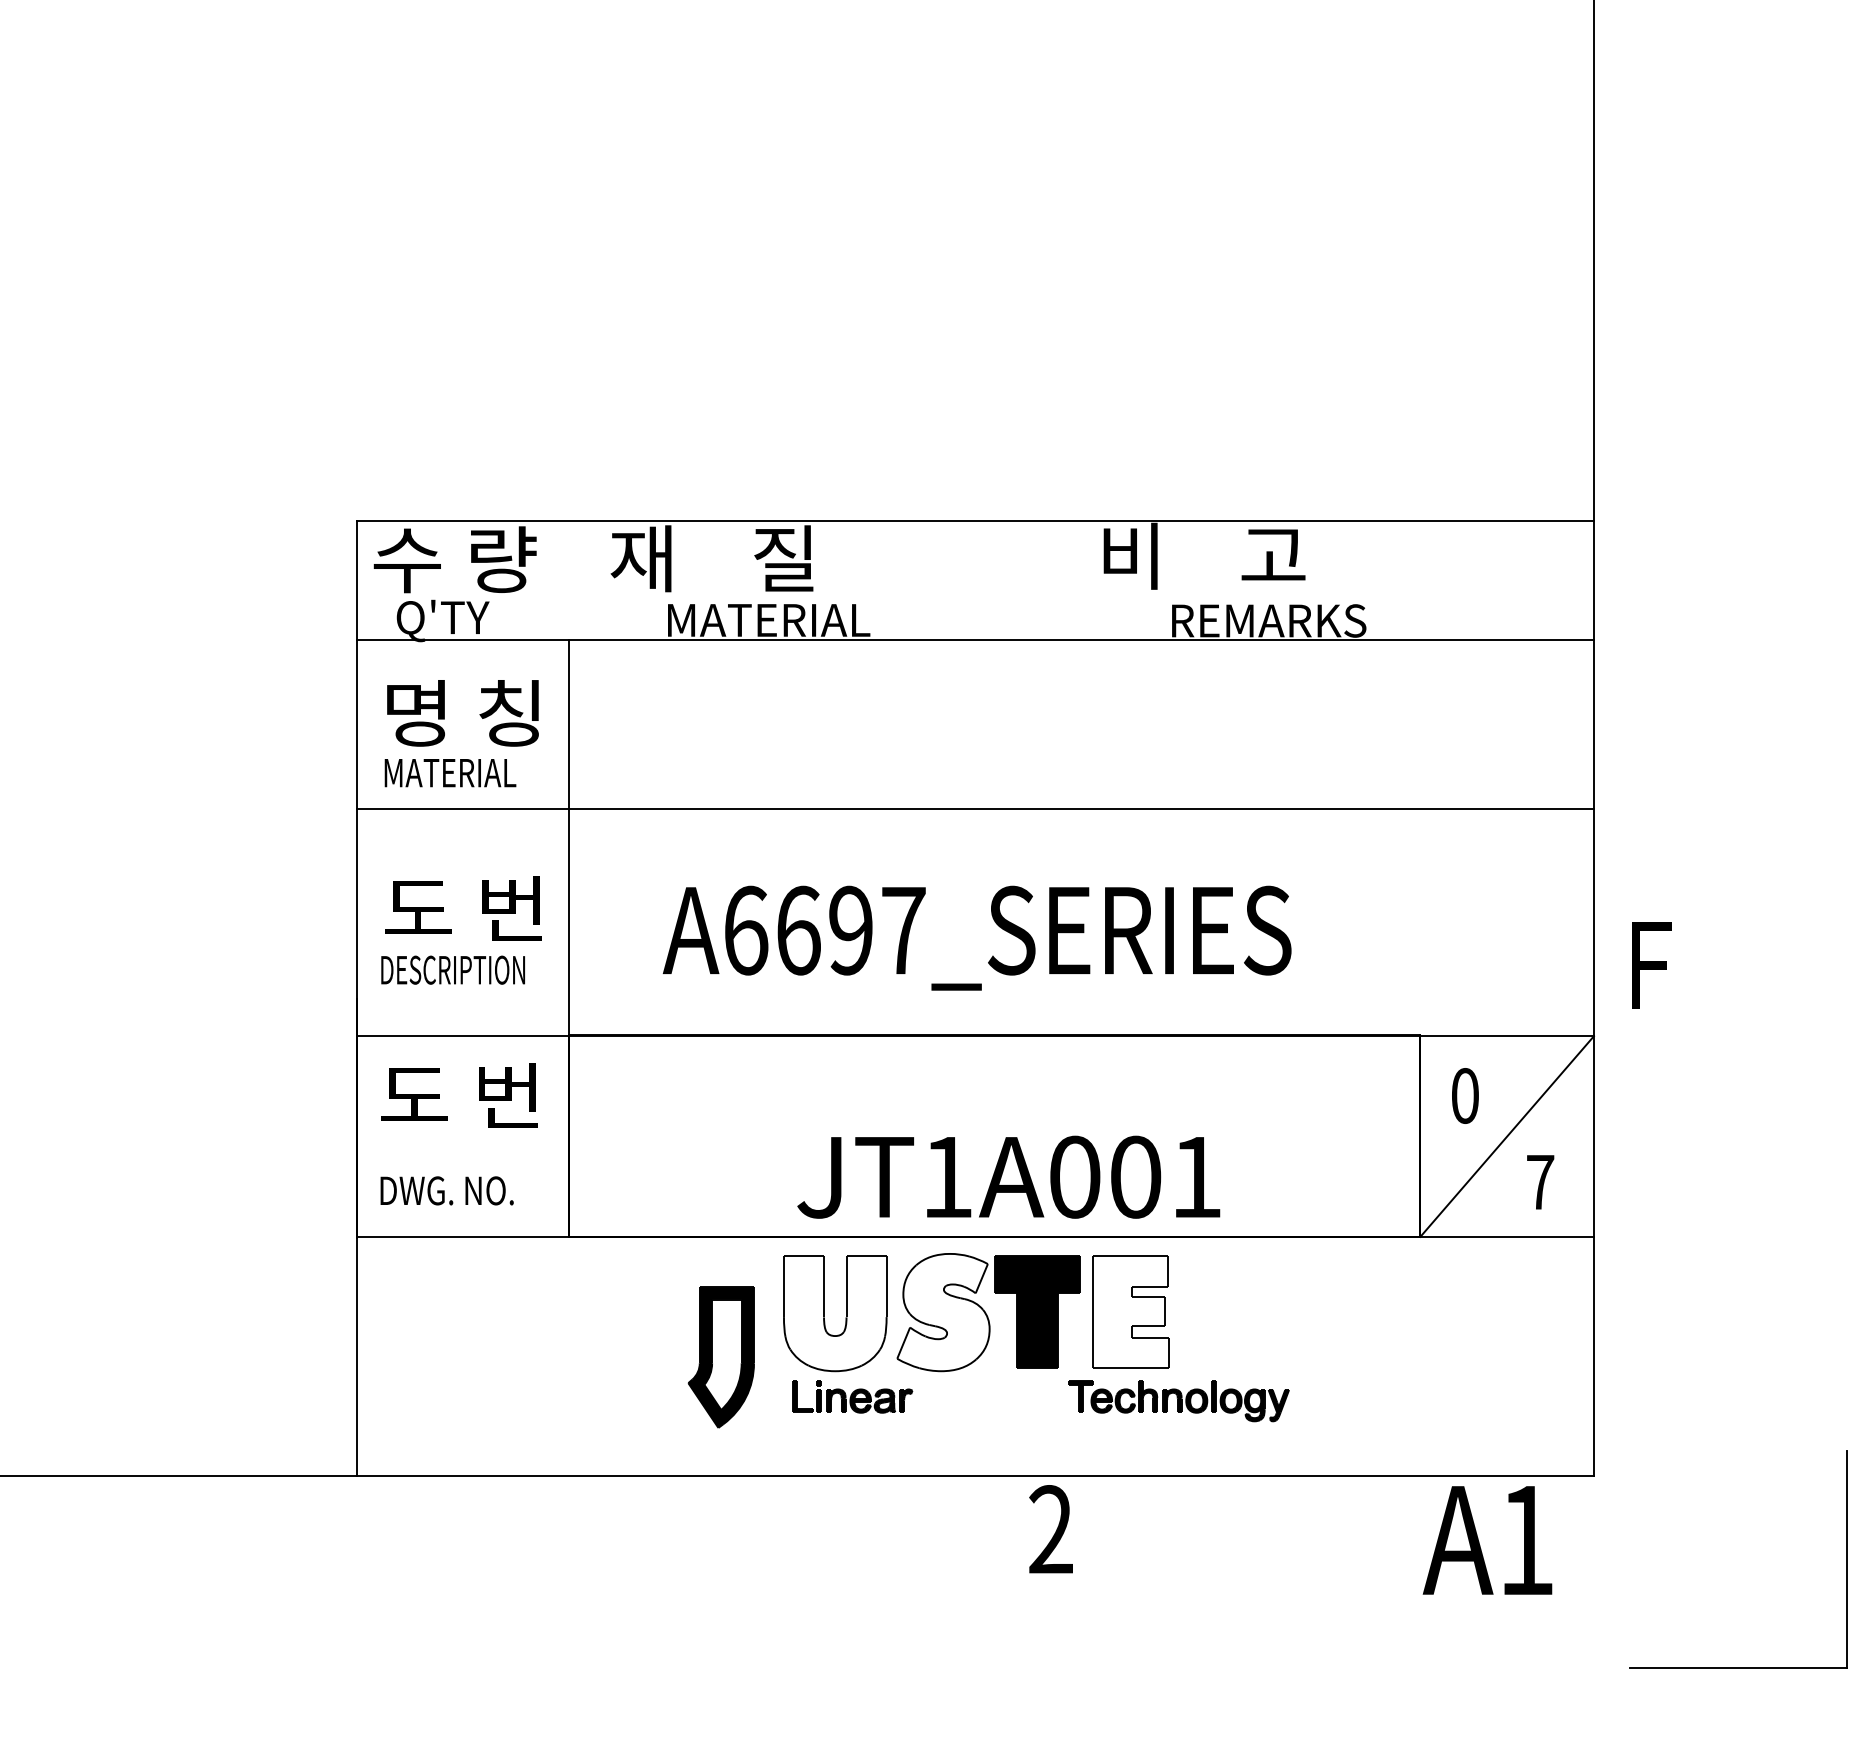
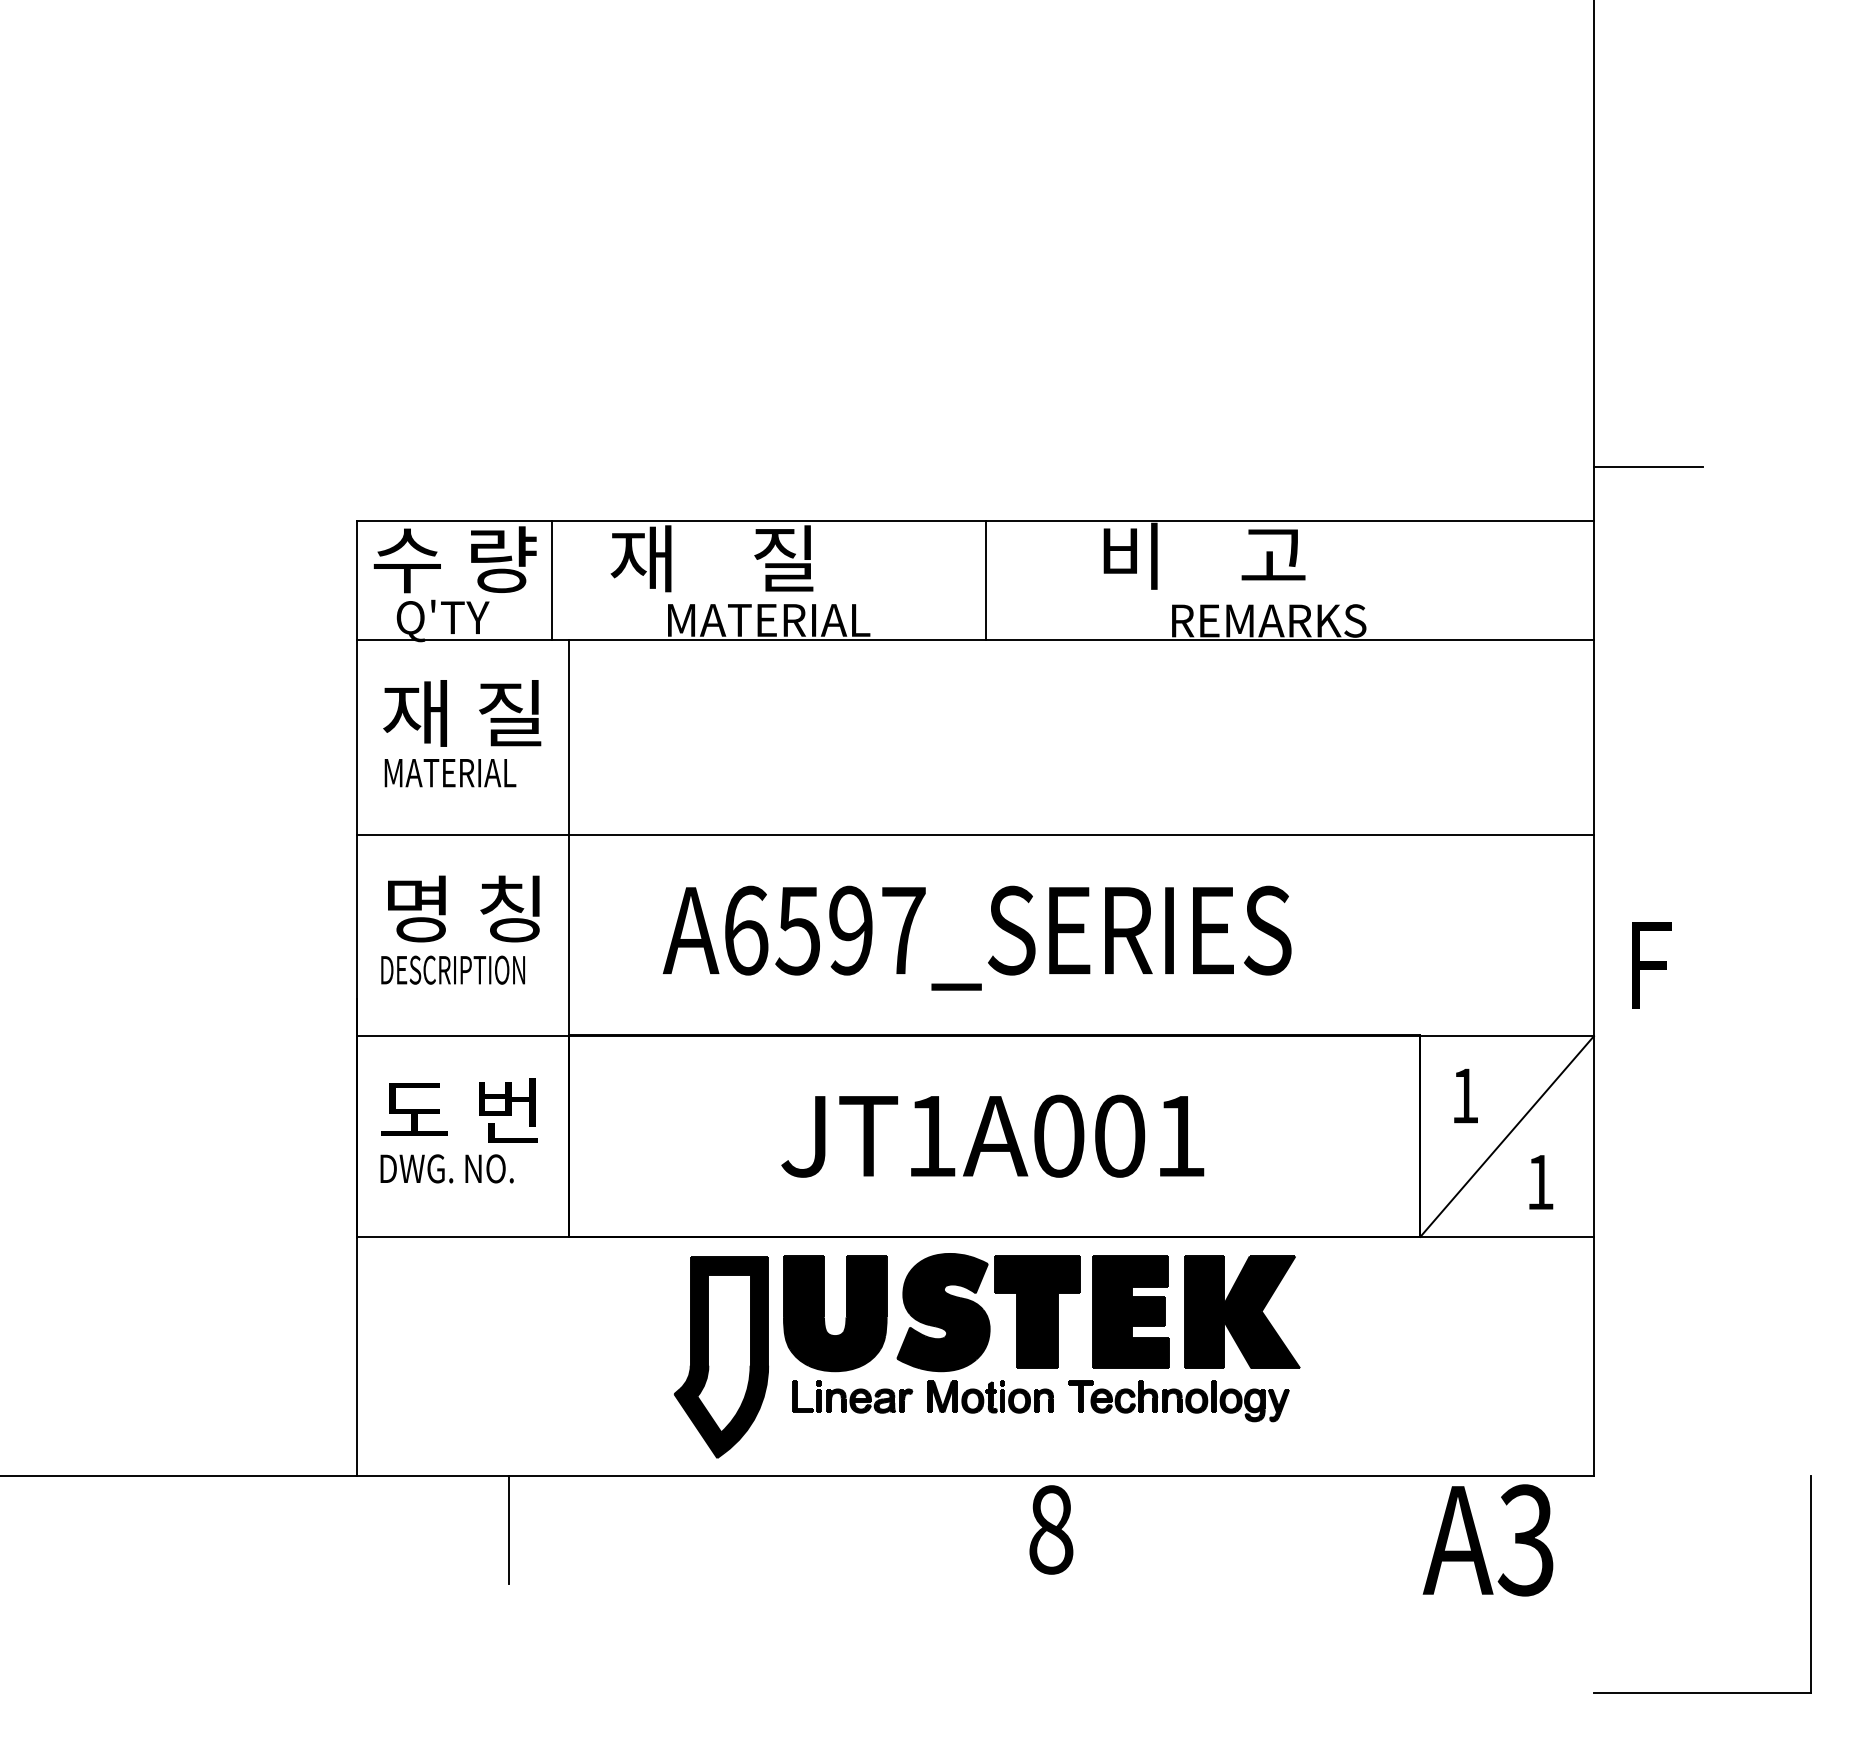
line at (1647, 466): none -> present
line at (552, 580): none -> present
line at (986, 580): none -> present
text at (462, 713): 명 칭 -> 재 질
line at (975, 809) position: (975, 809) -> (975, 835)
text at (463, 908): 도 번 -> 명 칭
text at (797, 930): A6697_SERIES -> A6597_SERIES
text at (459, 1095) position: (459, 1095) -> (459, 1110)
text at (1465, 1095): 0 -> 1
text at (1008, 1176) position: (1008, 1176) -> (992, 1135)
text at (1540, 1182): 7 -> 1
text at (446, 1190) position: (446, 1190) -> (446, 1168)
part at (1242, 1311): none -> present
fill at (943, 1312): none -> present
fill at (1130, 1312): none -> present
fill at (834, 1313): none -> present
part at (720, 1357) size: 68x143 px -> 96x203 px
part at (990, 1396): none -> present
line at (508, 1529): none -> present
text at (1051, 1529): 2 -> 8
text at (1525, 1540): A1 -> A3
part at (1846, 1559) position: (1846, 1559) -> (1810, 1584)
